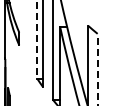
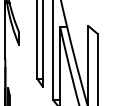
line at (37, 40): dashed -> solid
line at (97, 69): dashed -> solid
